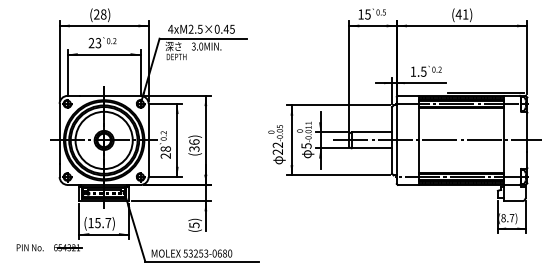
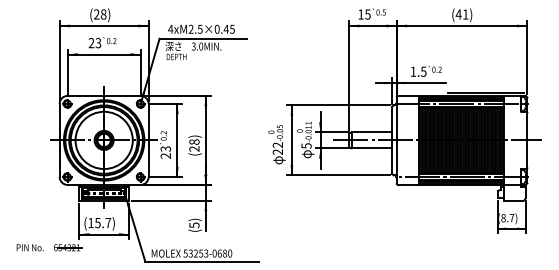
hatch at (461, 140): none -> present
text at (194, 145): 36 -> 28
text at (165, 148): 28 -> 23
